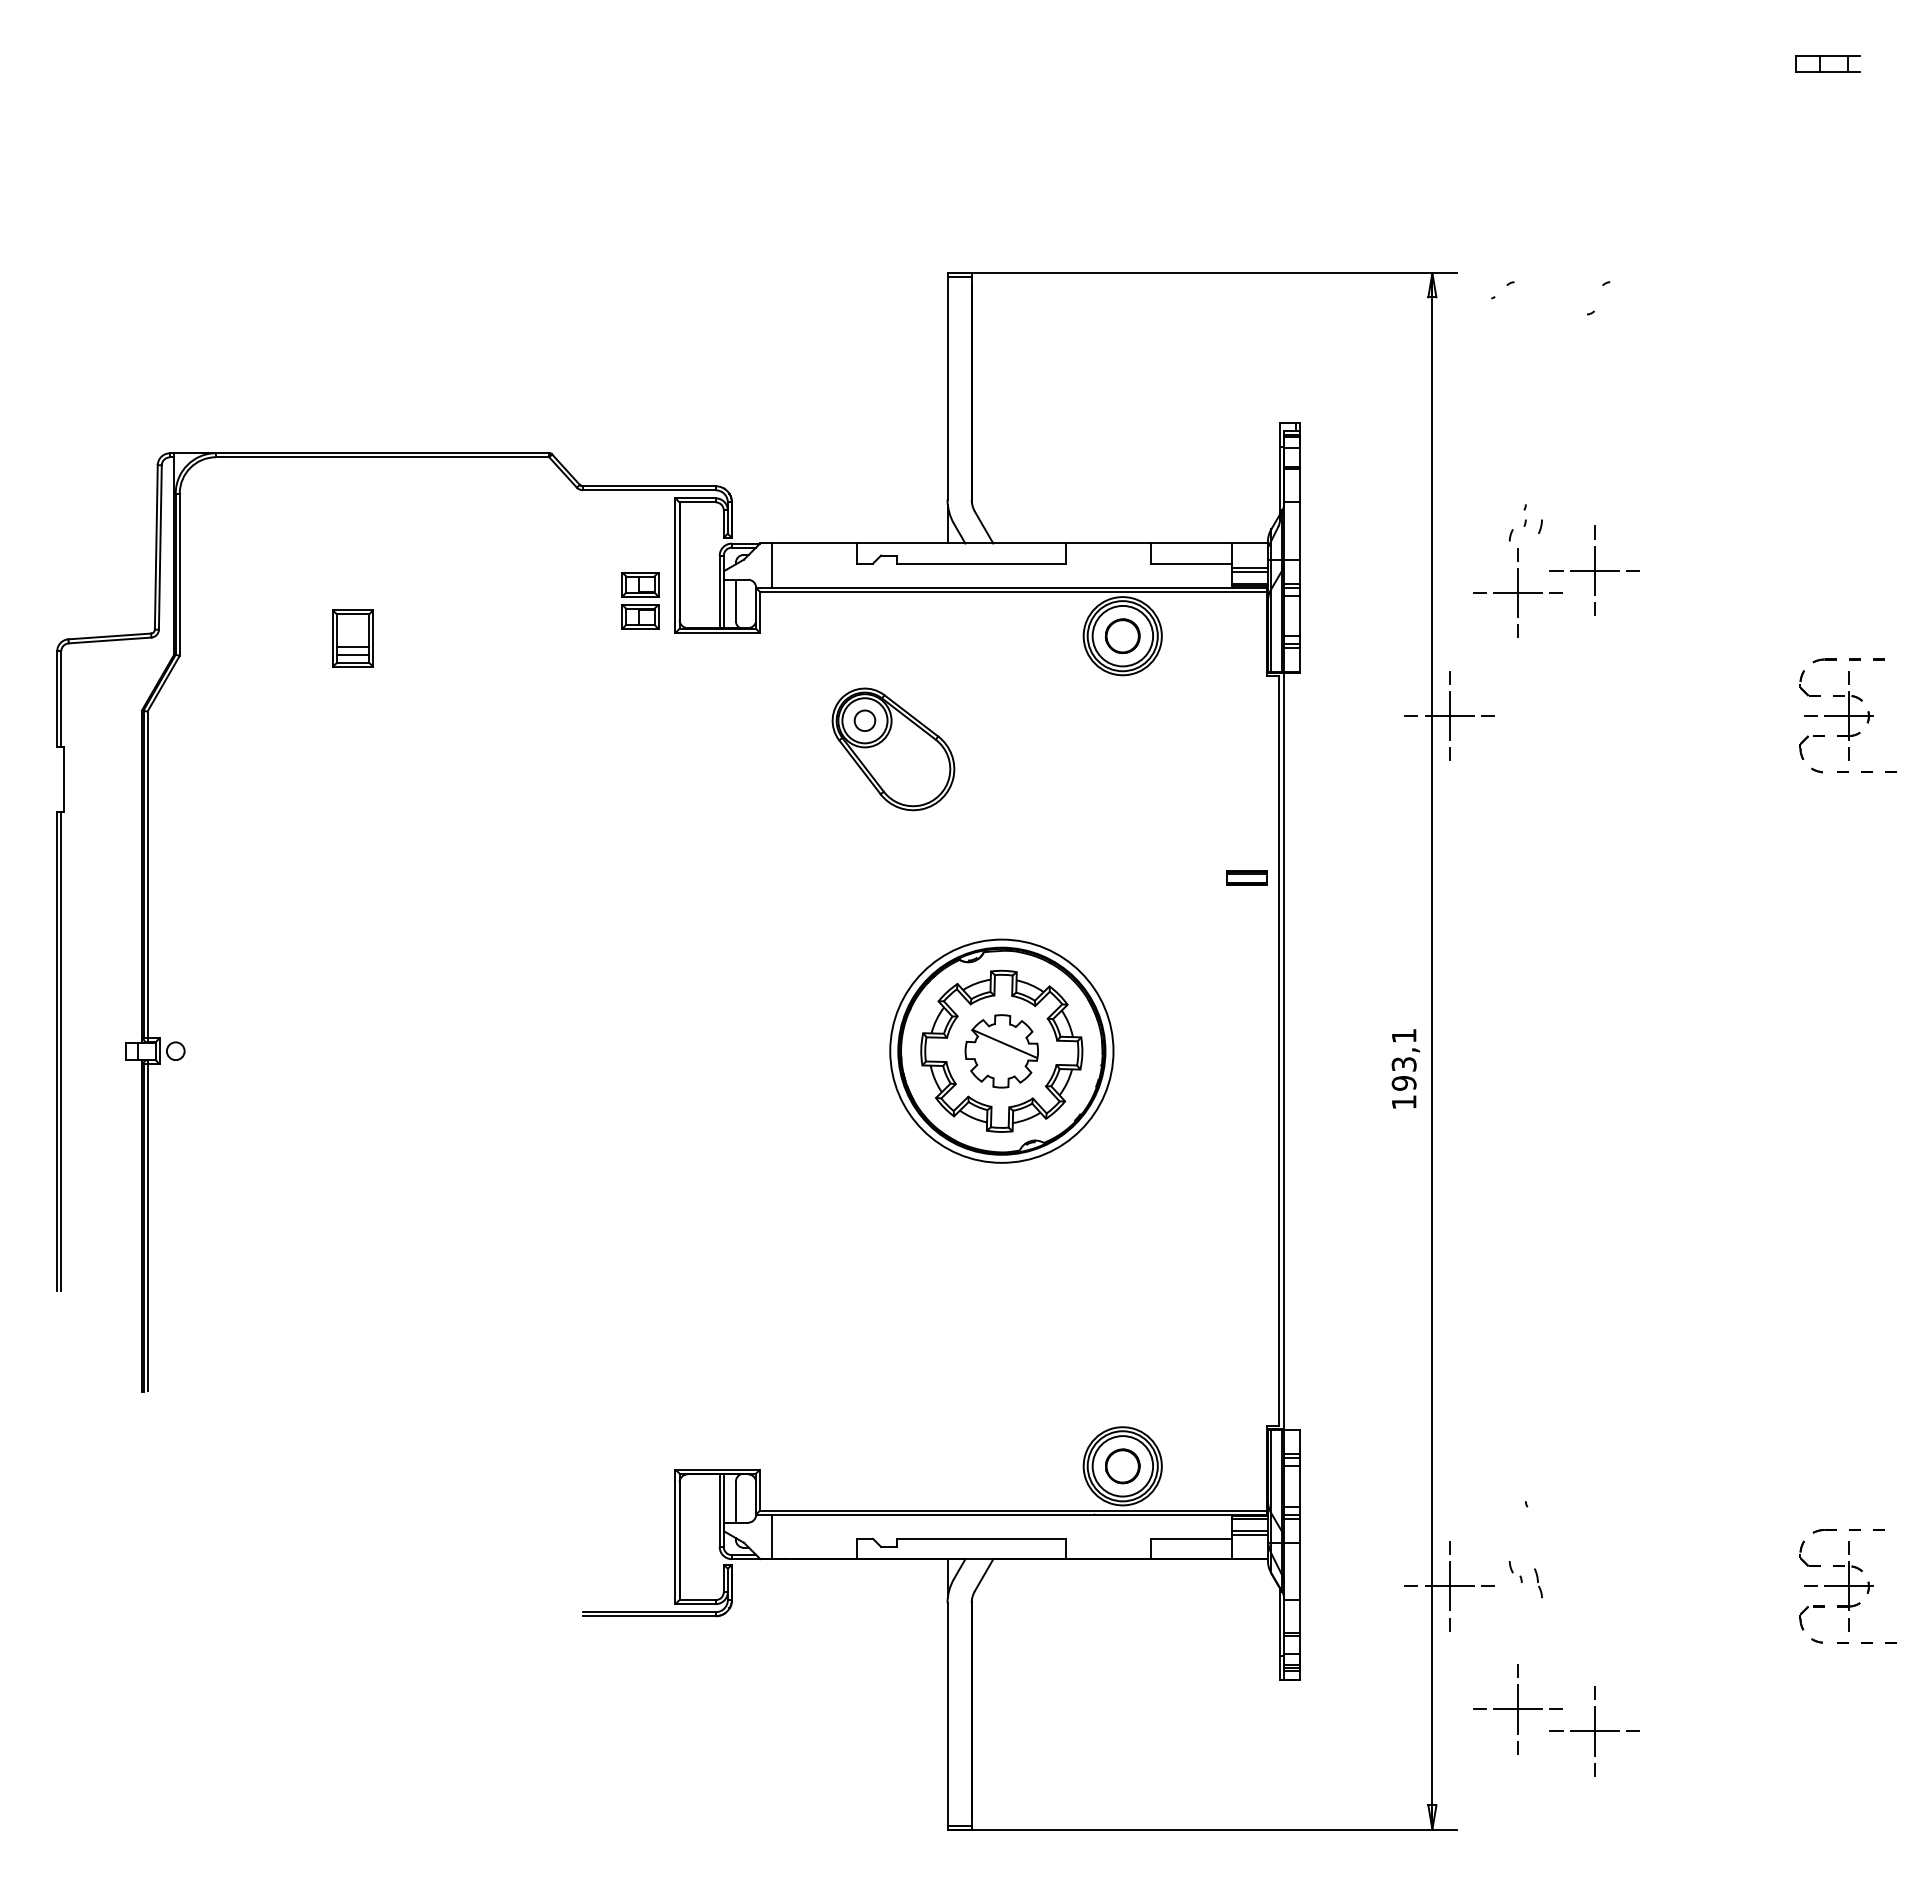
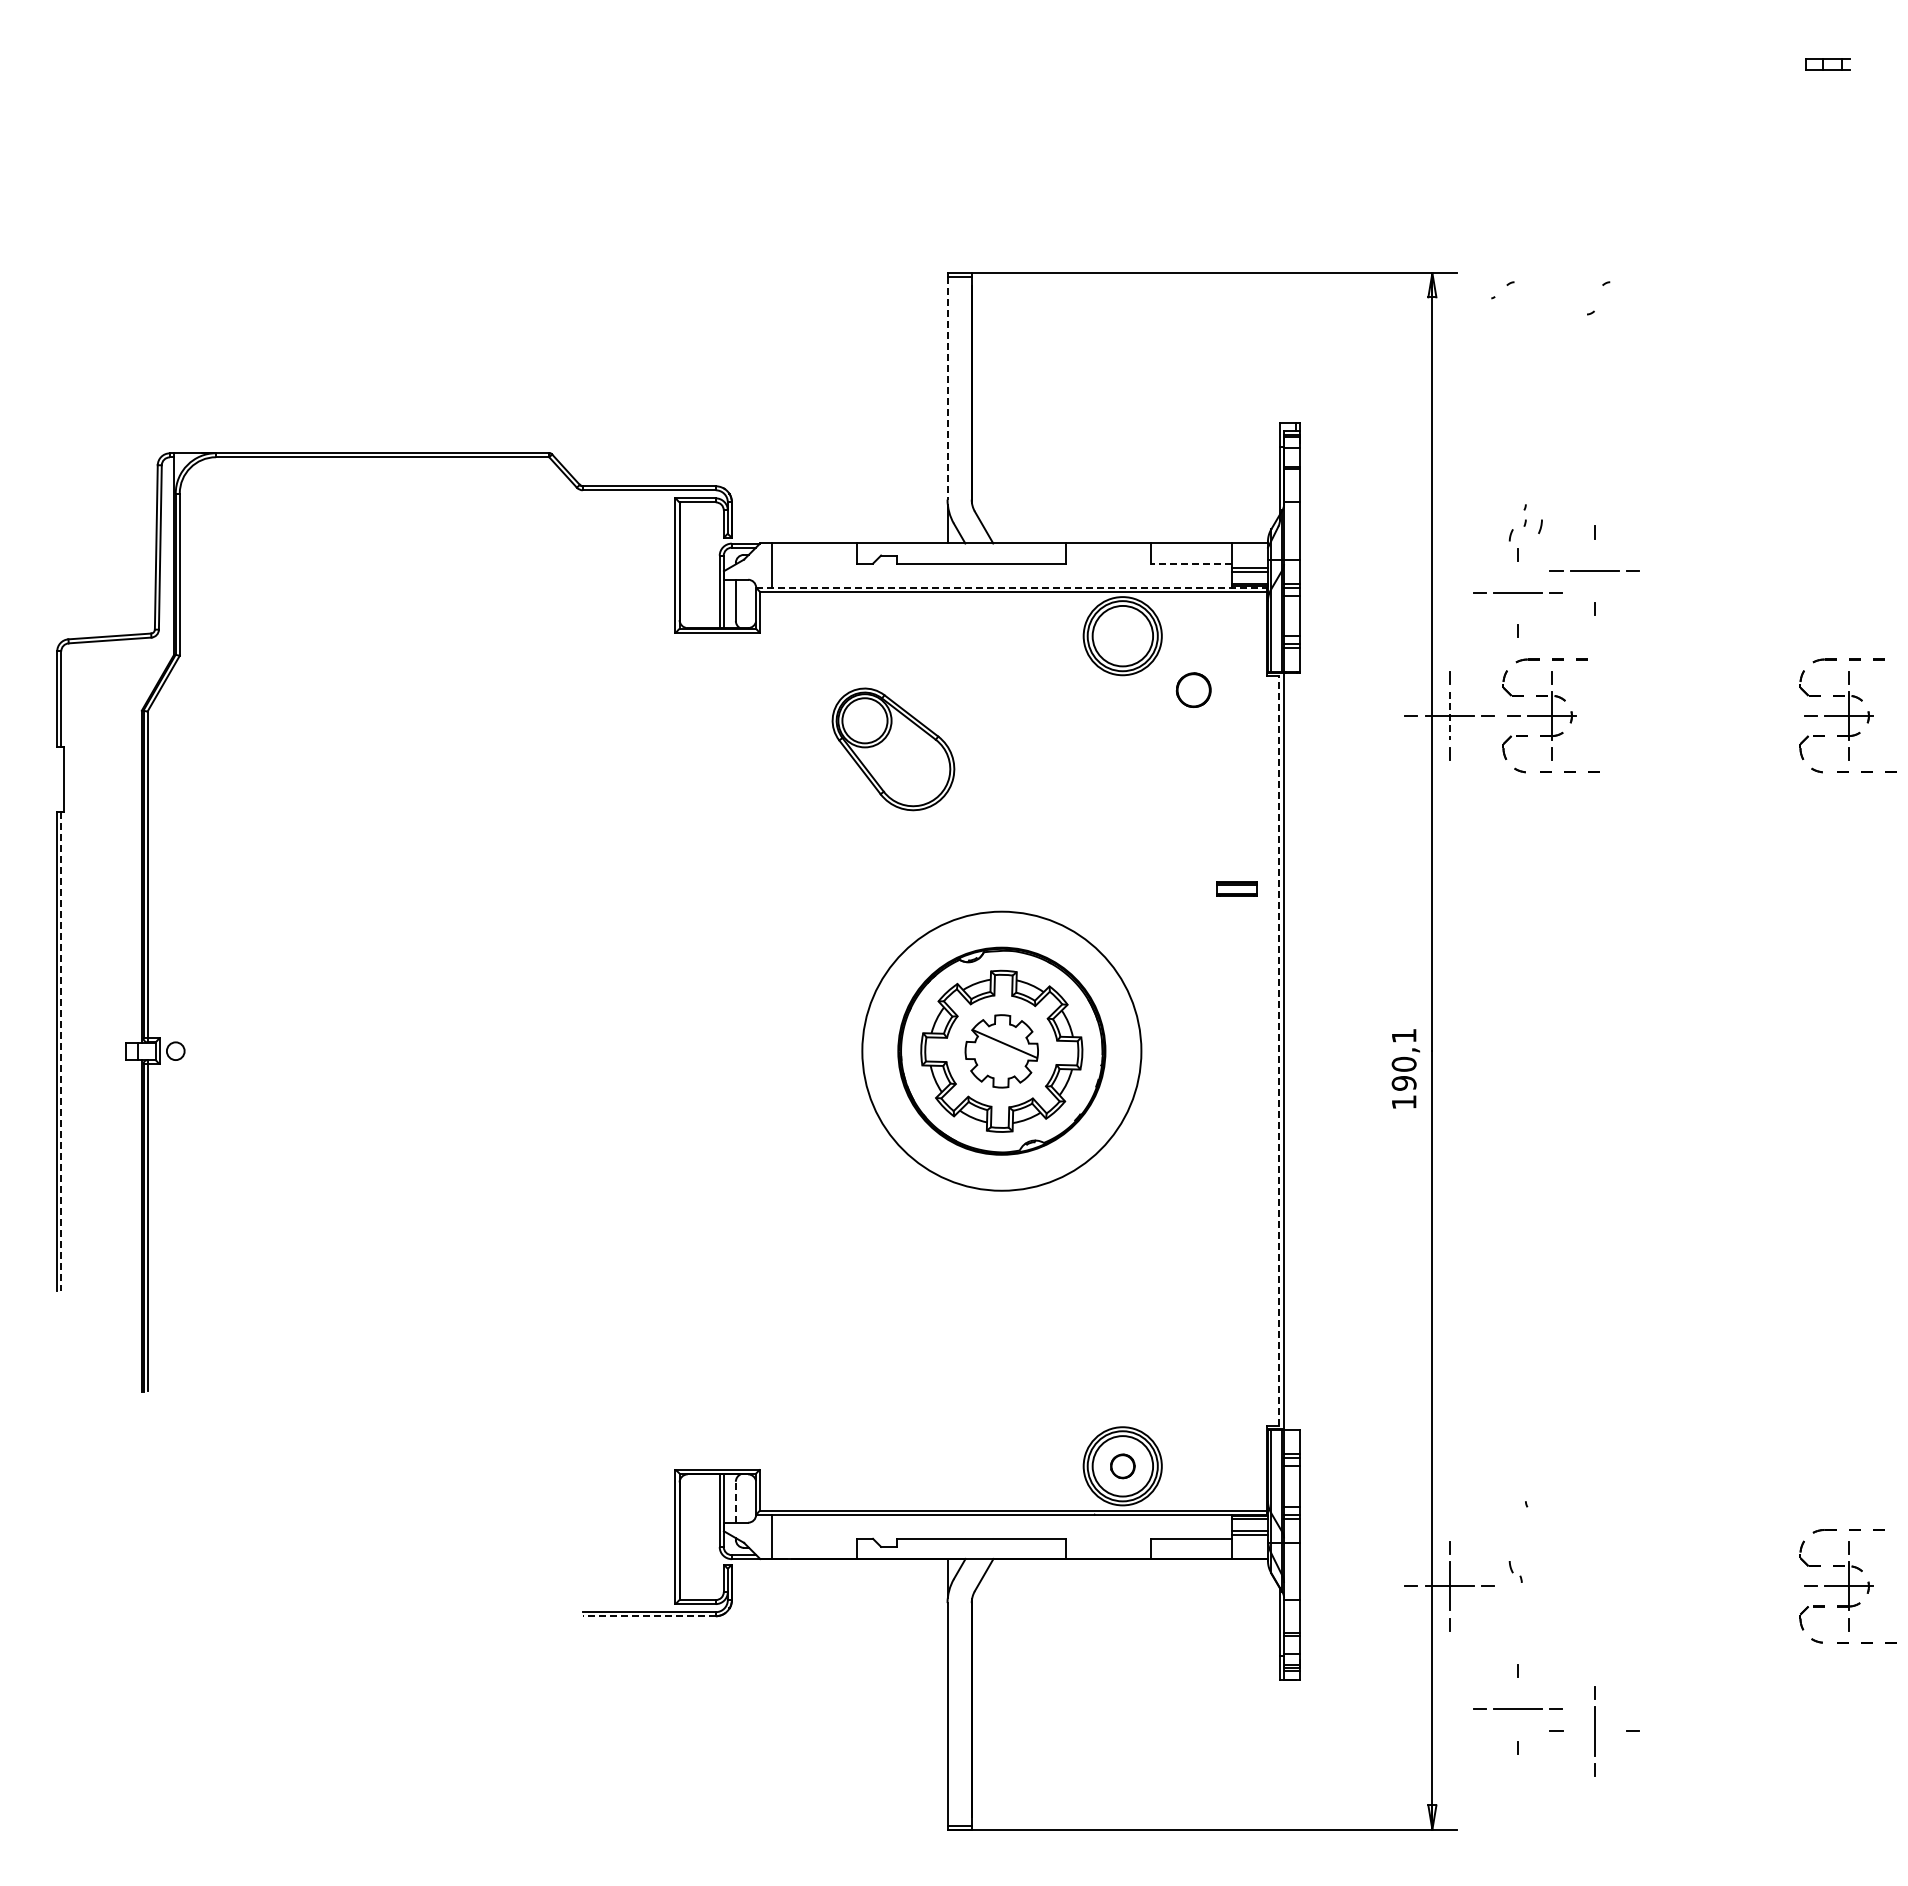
part at (1827, 63) size: 66x18 px -> 46x13 px
line at (947, 388): solid -> dashed
line at (1190, 563): solid -> dashed
line at (1594, 570): present -> none
line at (1012, 587): solid -> dashed
line at (1517, 592): present -> none
part at (640, 600): present -> none
part at (1122, 635) position: (1122, 635) -> (1193, 689)
part at (352, 638): present -> none
part at (1550, 715): none -> present
line at (1449, 716): solid -> dashed
circle at (864, 720): present -> none
part at (1246, 877) position: (1246, 877) -> (1236, 888)
circle at (1001, 1050) diameter: 223 px -> 279 px
line at (61, 1051): solid -> dashed
line at (1279, 1051): solid -> dashed
text at (1403, 1063): 193,1 -> 190,1
part at (1122, 1466) size: 36x37 px -> 26x27 px
line at (735, 1501): solid -> dashed
part at (1538, 1583): present -> none
line at (648, 1616): solid -> dashed
line at (1517, 1709): present -> none
line at (1594, 1731): present -> none
